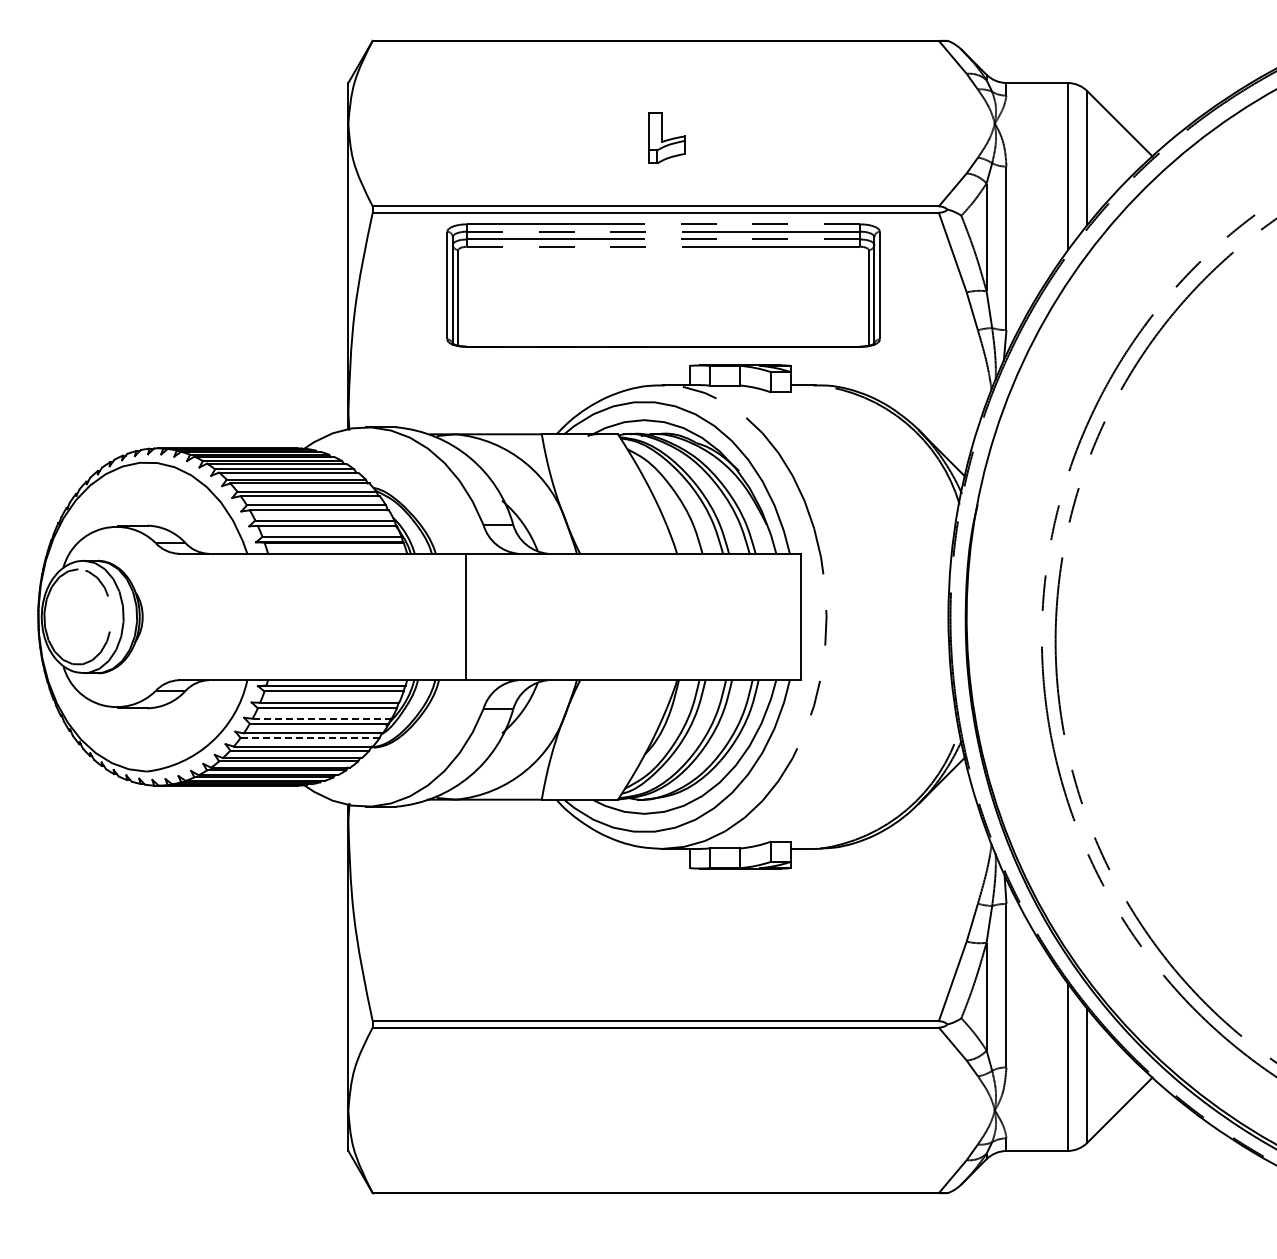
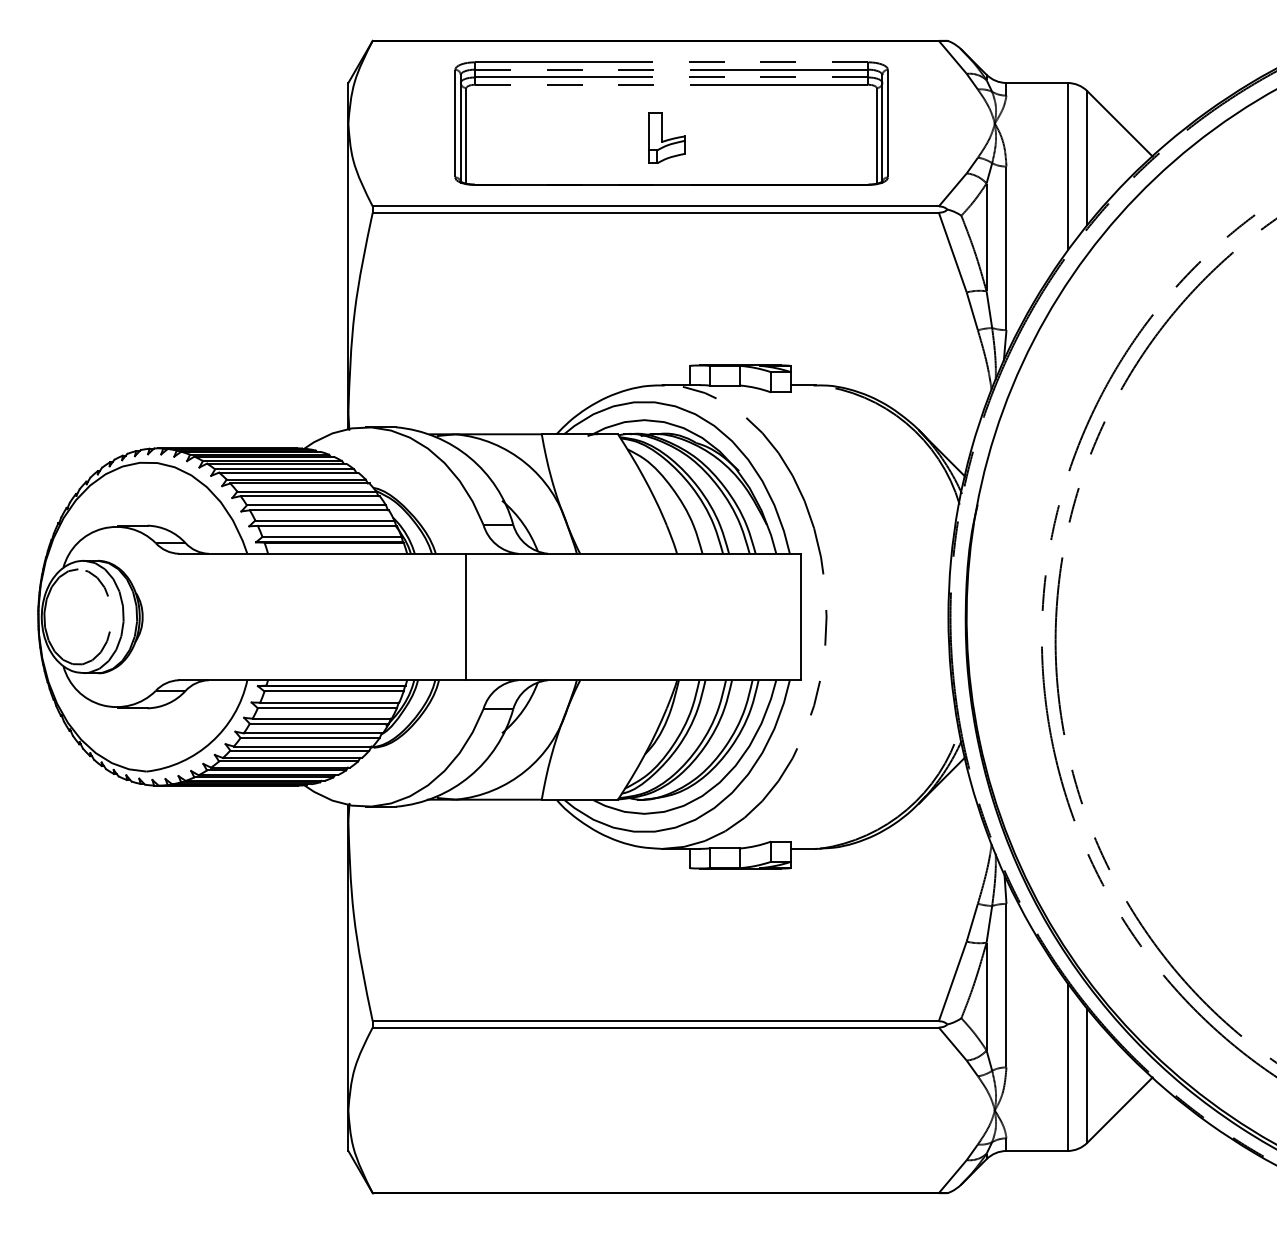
part at (645, 247) position: (645, 247) -> (653, 85)
line at (322, 718): dashed -> solid
line at (310, 737): dashed -> solid
